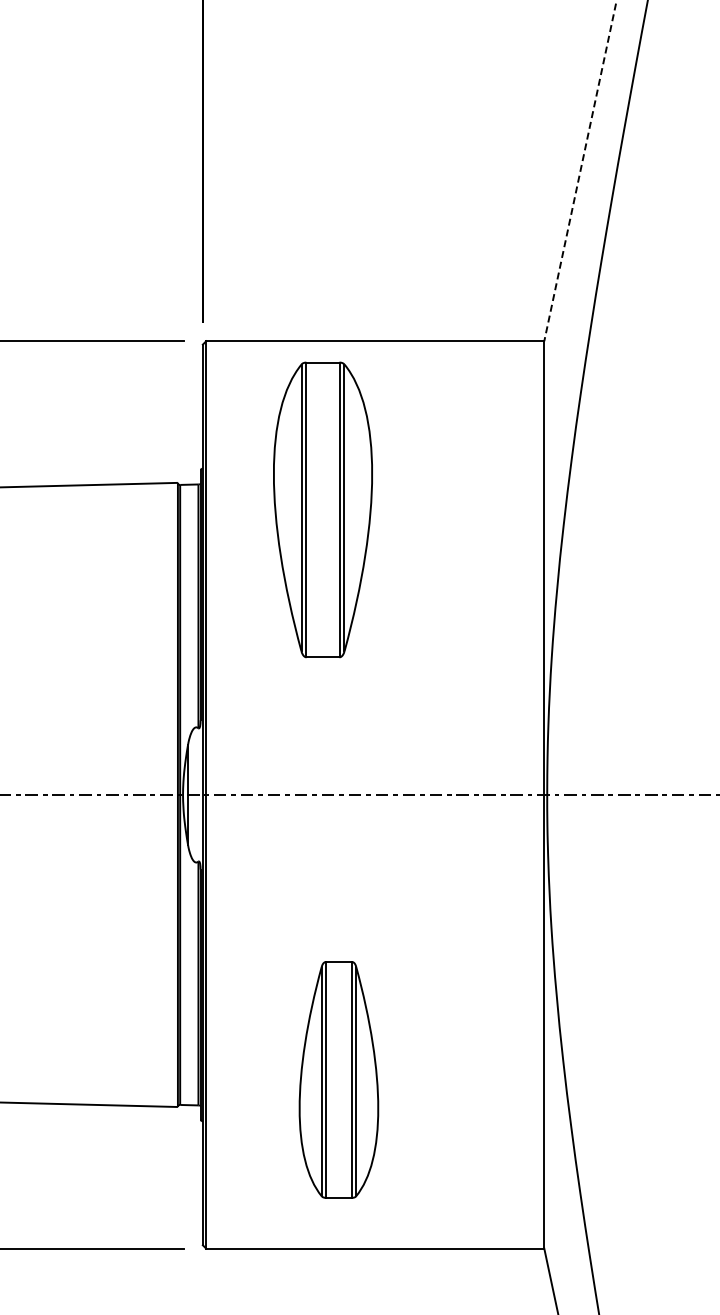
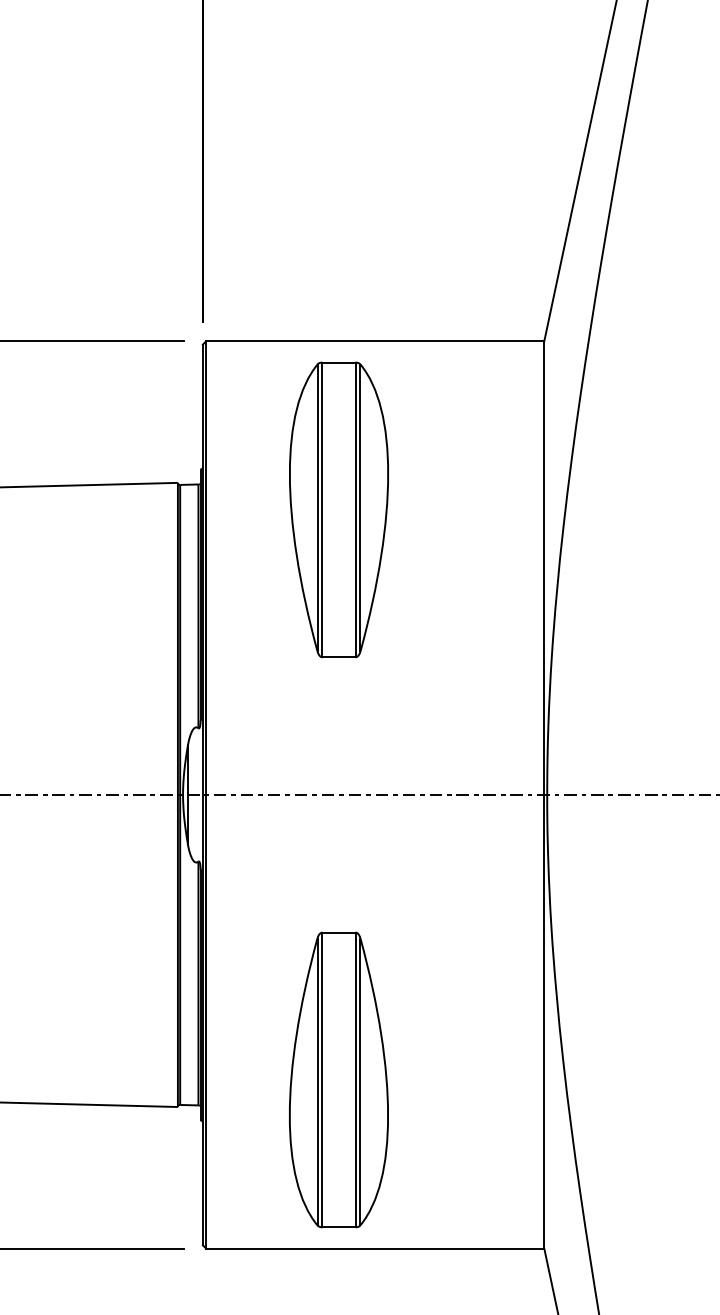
line at (580, 171): dashed -> solid
part at (322, 509) position: (322, 509) -> (338, 509)
part at (338, 1079) size: 82x238 px -> 100x298 px
